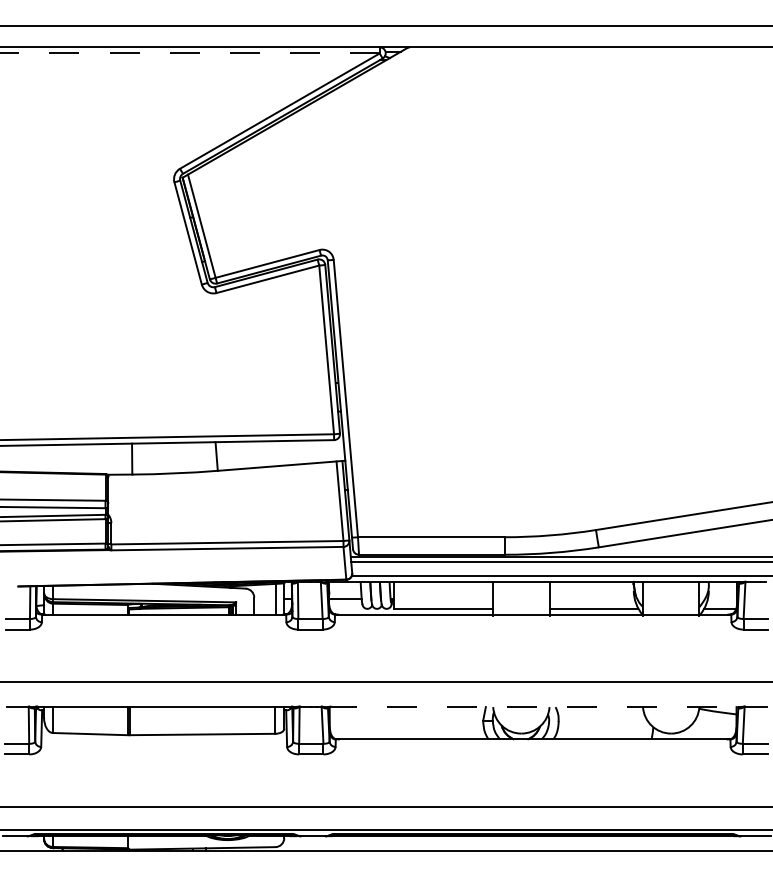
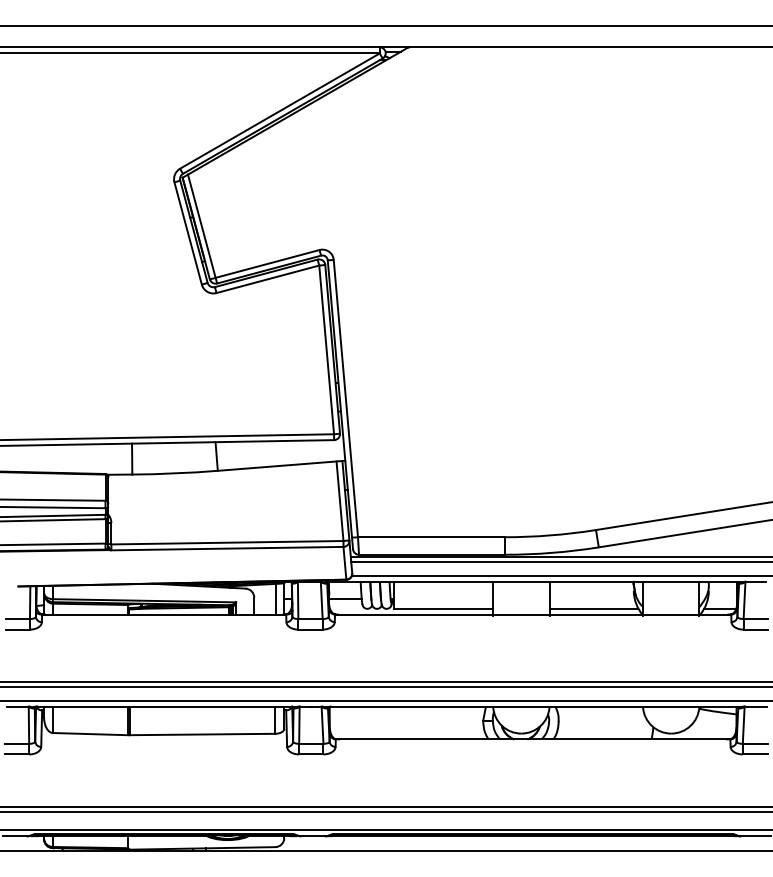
line at (189, 53): dashed -> solid
line at (385, 686): none -> present
line at (385, 701): none -> present
line at (533, 707): dashed -> solid
line at (385, 811): none -> present
